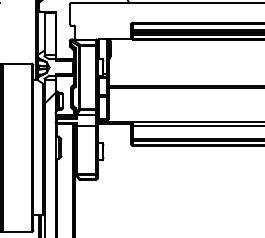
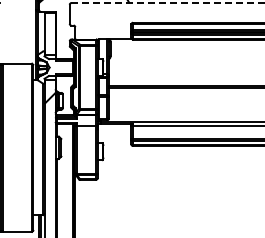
line at (168, 3): solid -> dashed
